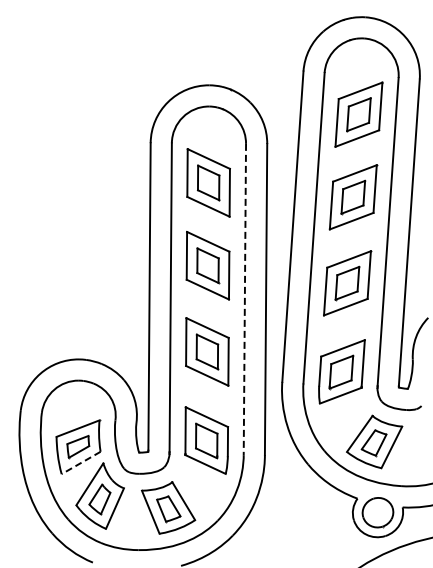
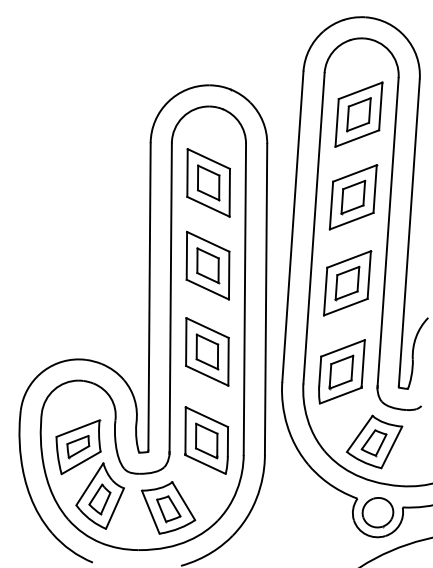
line at (244, 299): dashed -> solid
line at (80, 463): dashed -> solid
